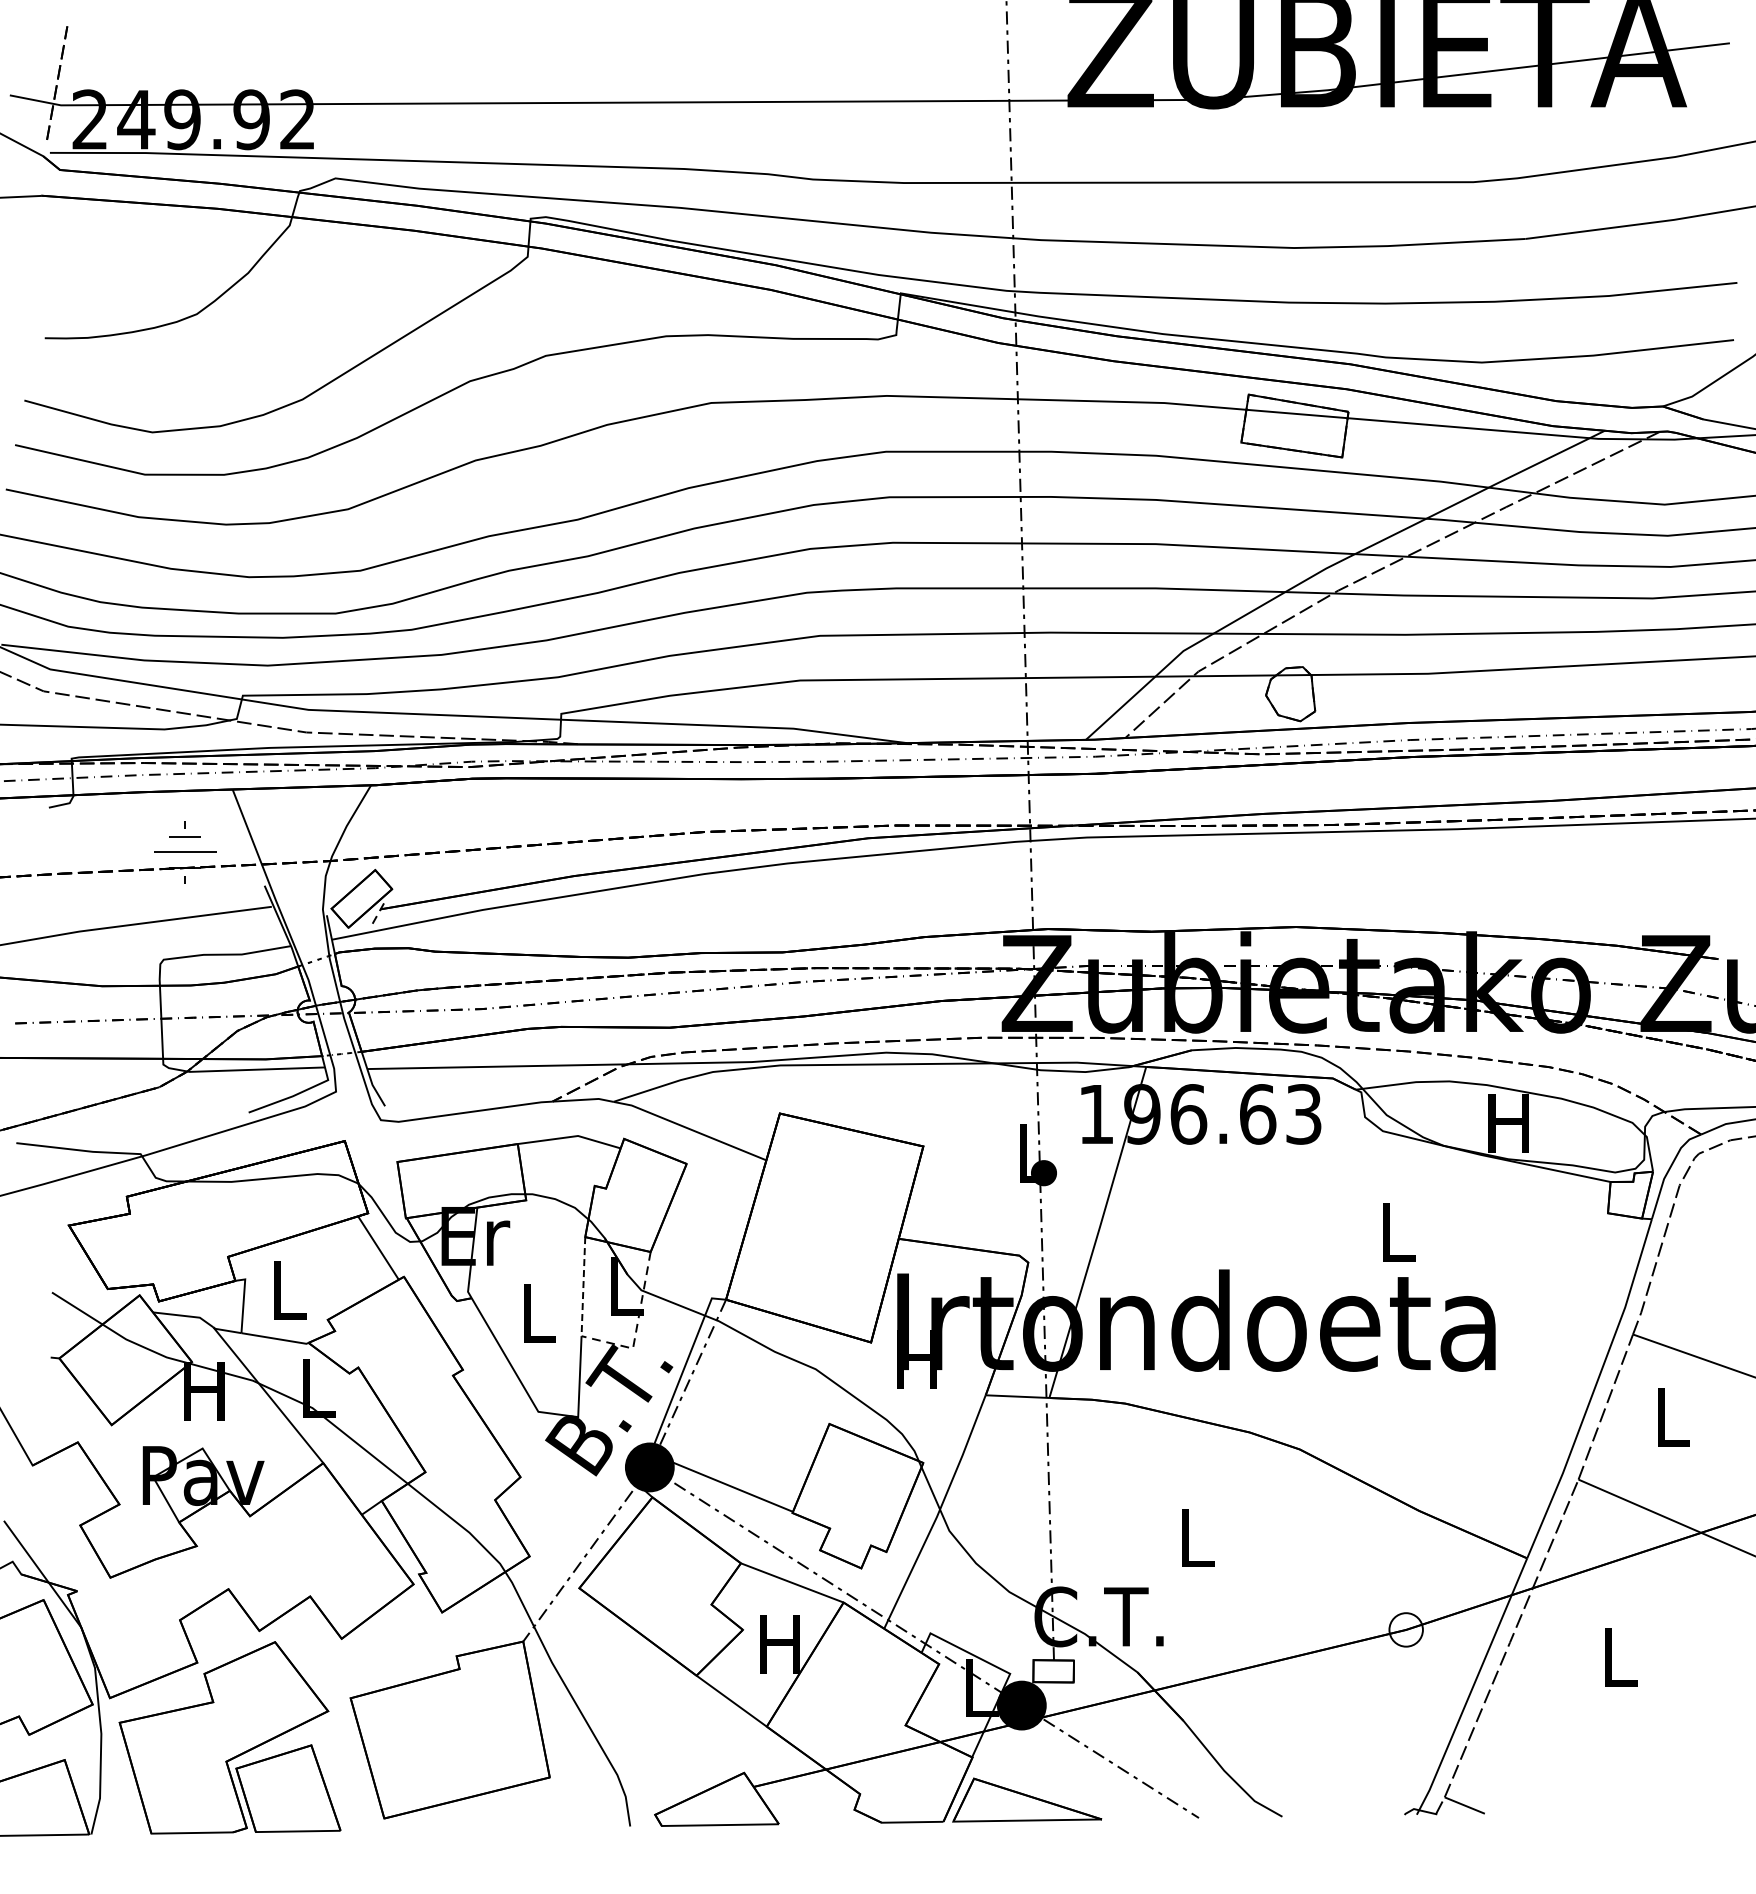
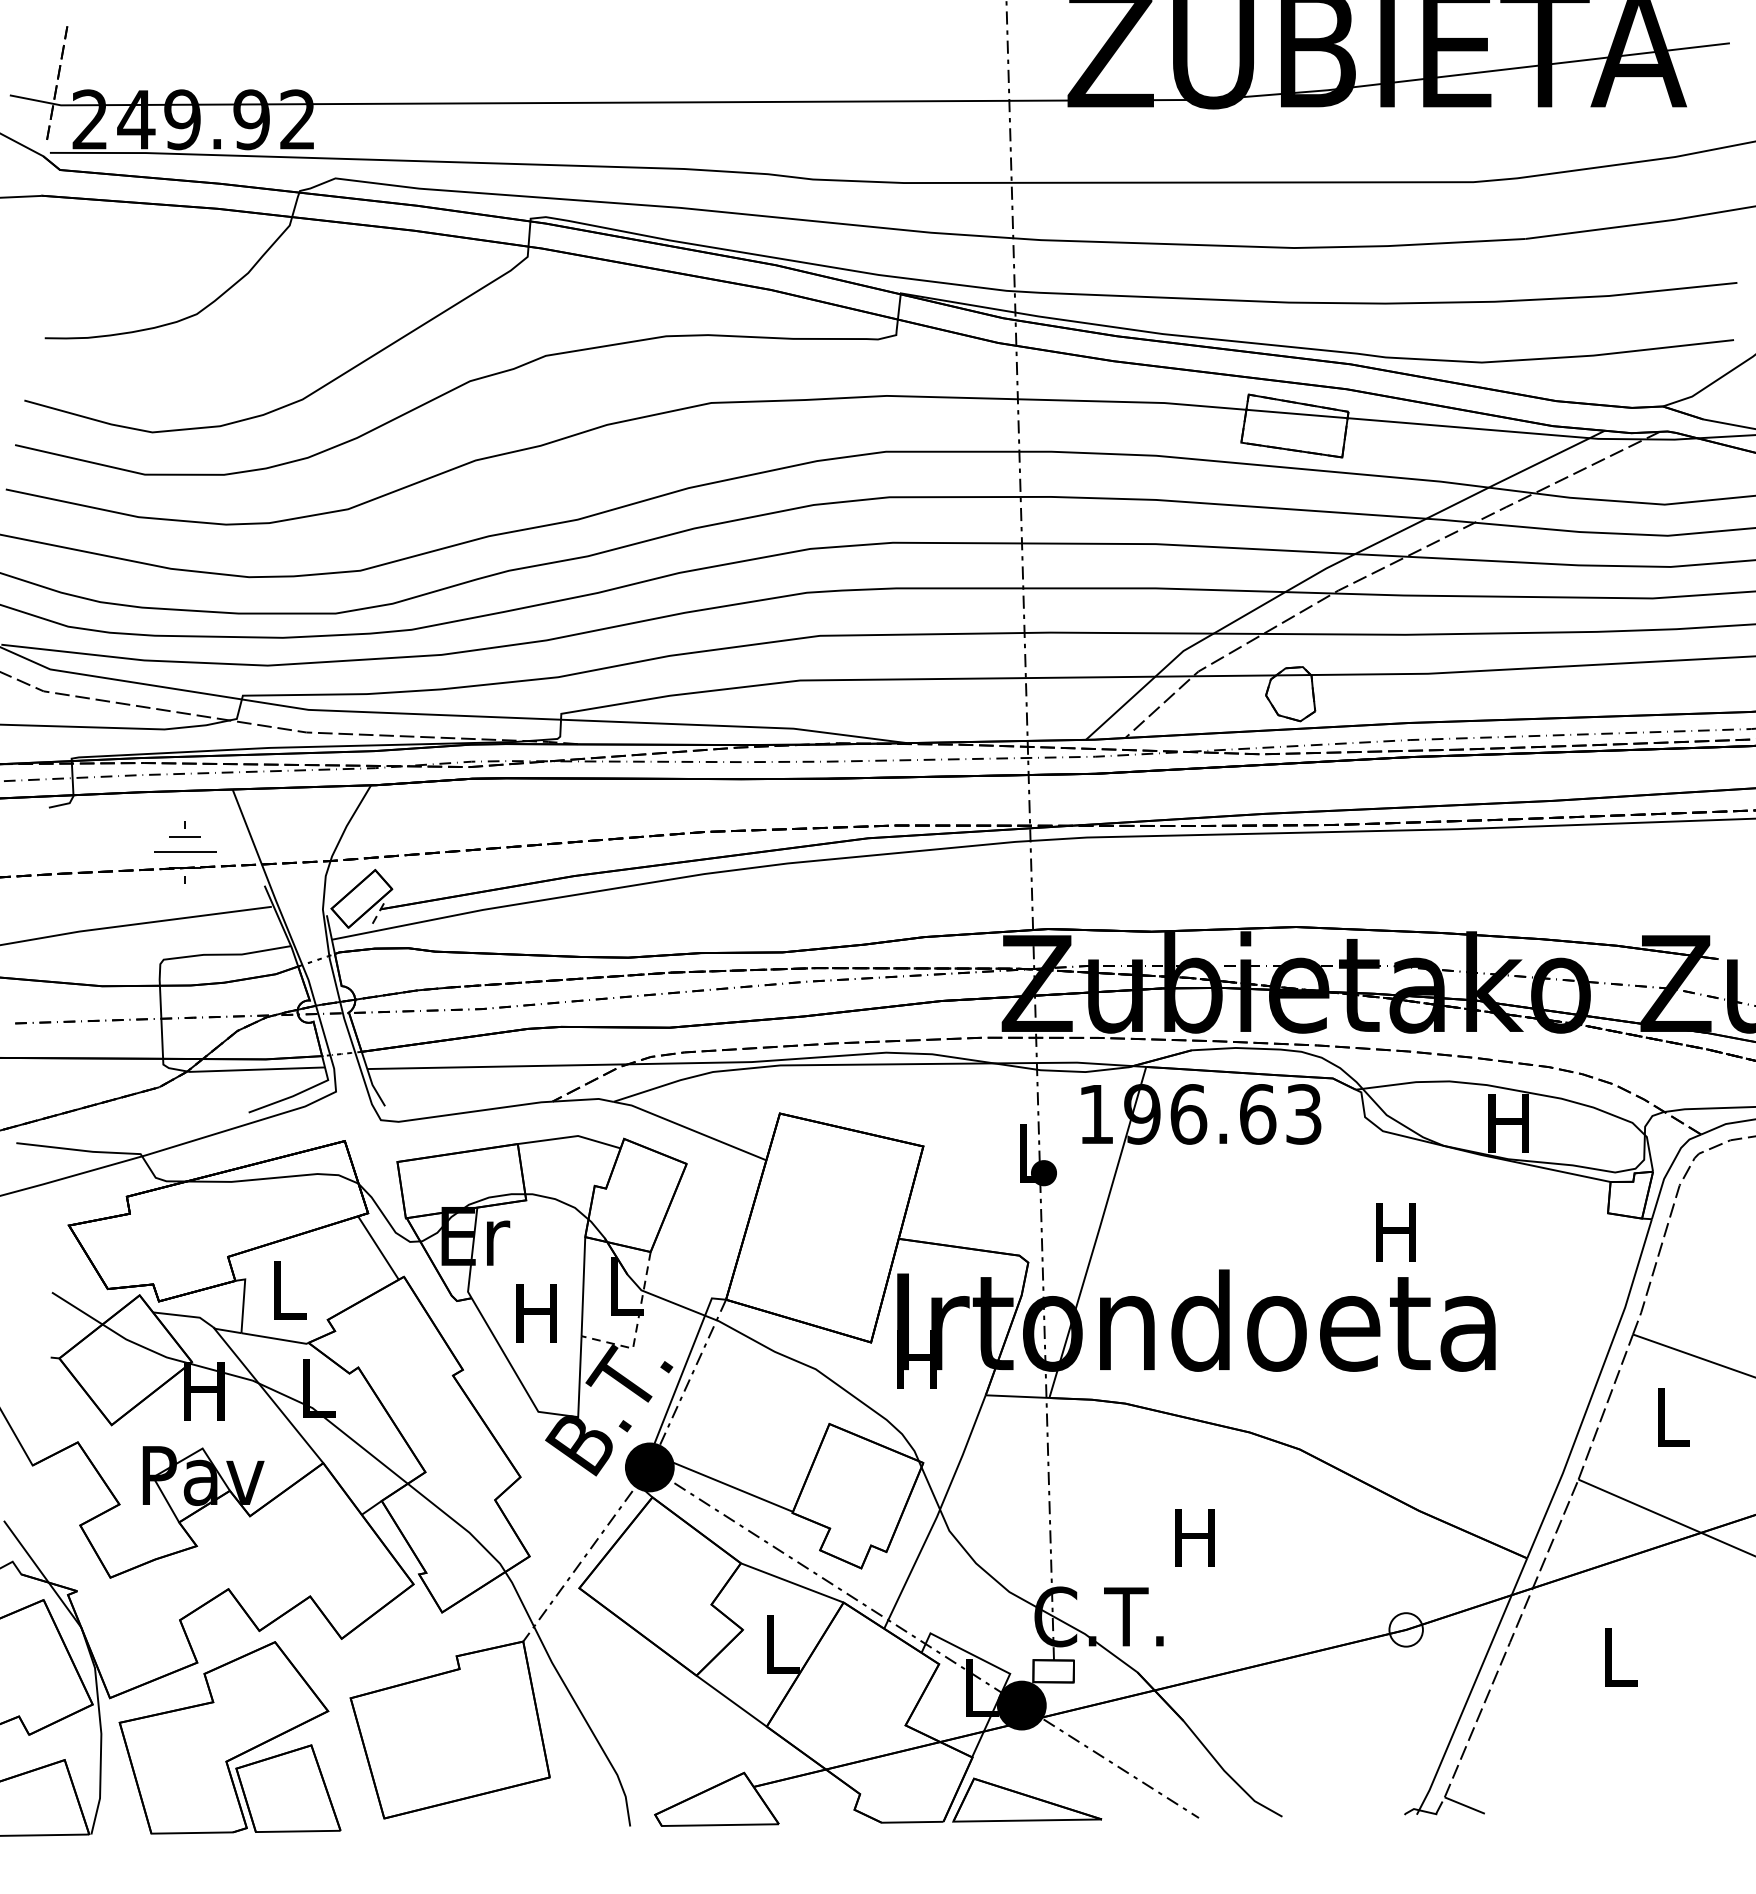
text at (1395, 1232): L -> H
line at (583, 1287): dashed -> solid
text at (536, 1313): L -> H
text at (1194, 1537): L -> H
text at (779, 1644): H -> L
